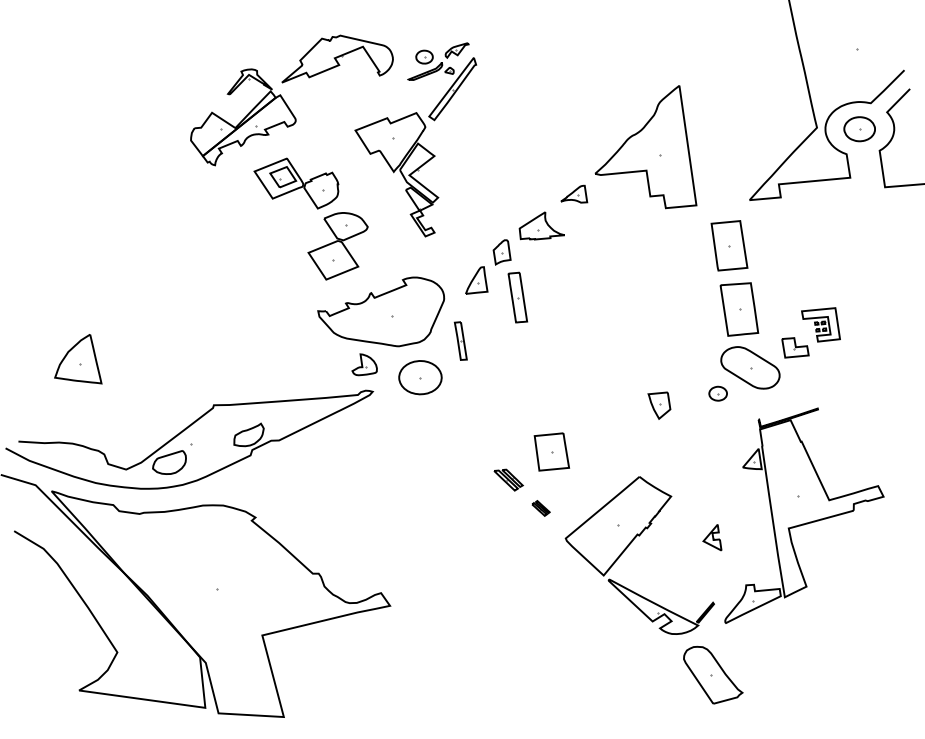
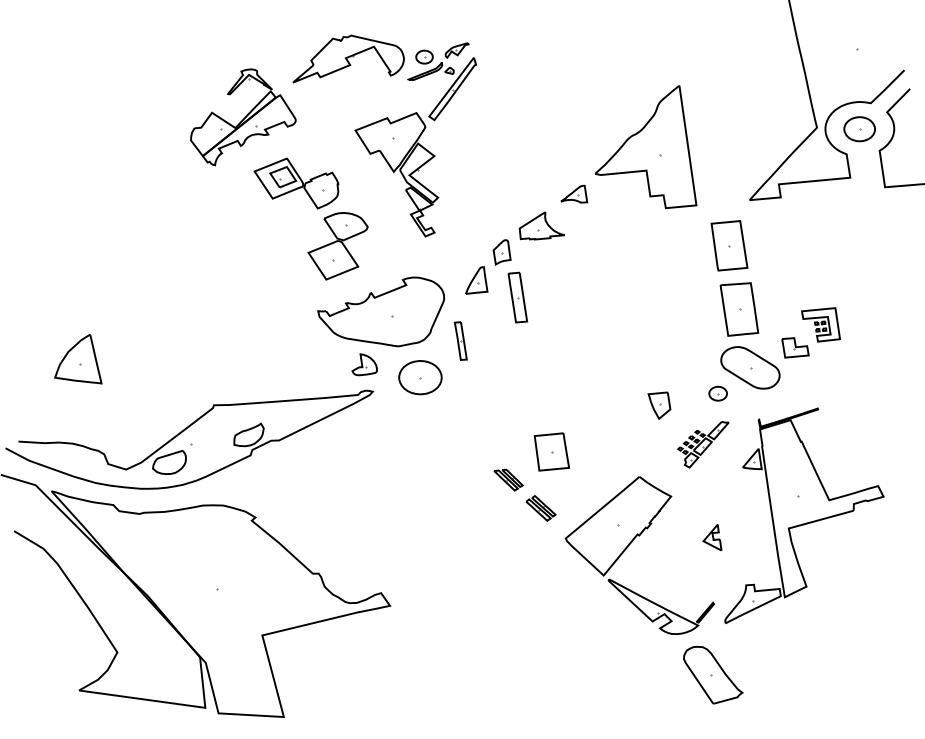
part at (337, 58) position: (337, 58) -> (348, 58)
part at (703, 444): none -> present
part at (540, 508) size: 20x17 px -> 32x27 px
